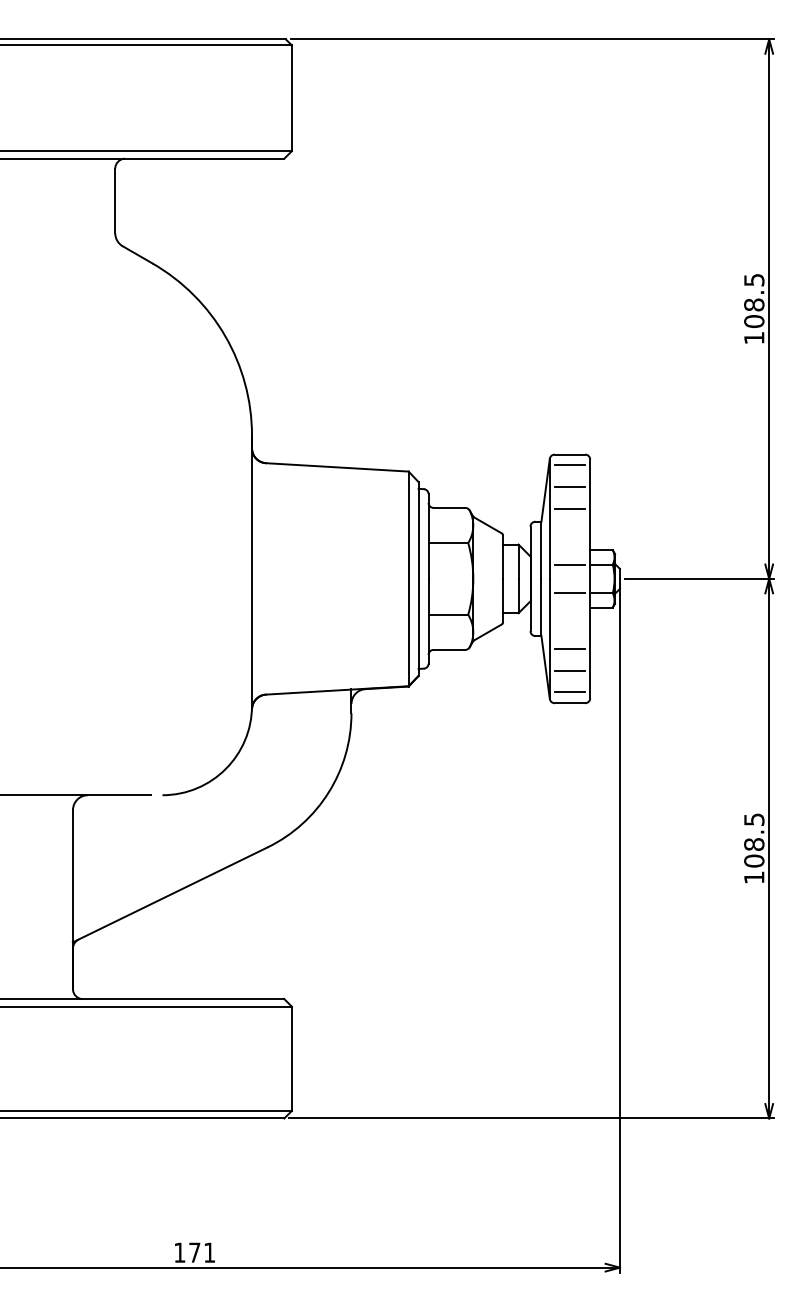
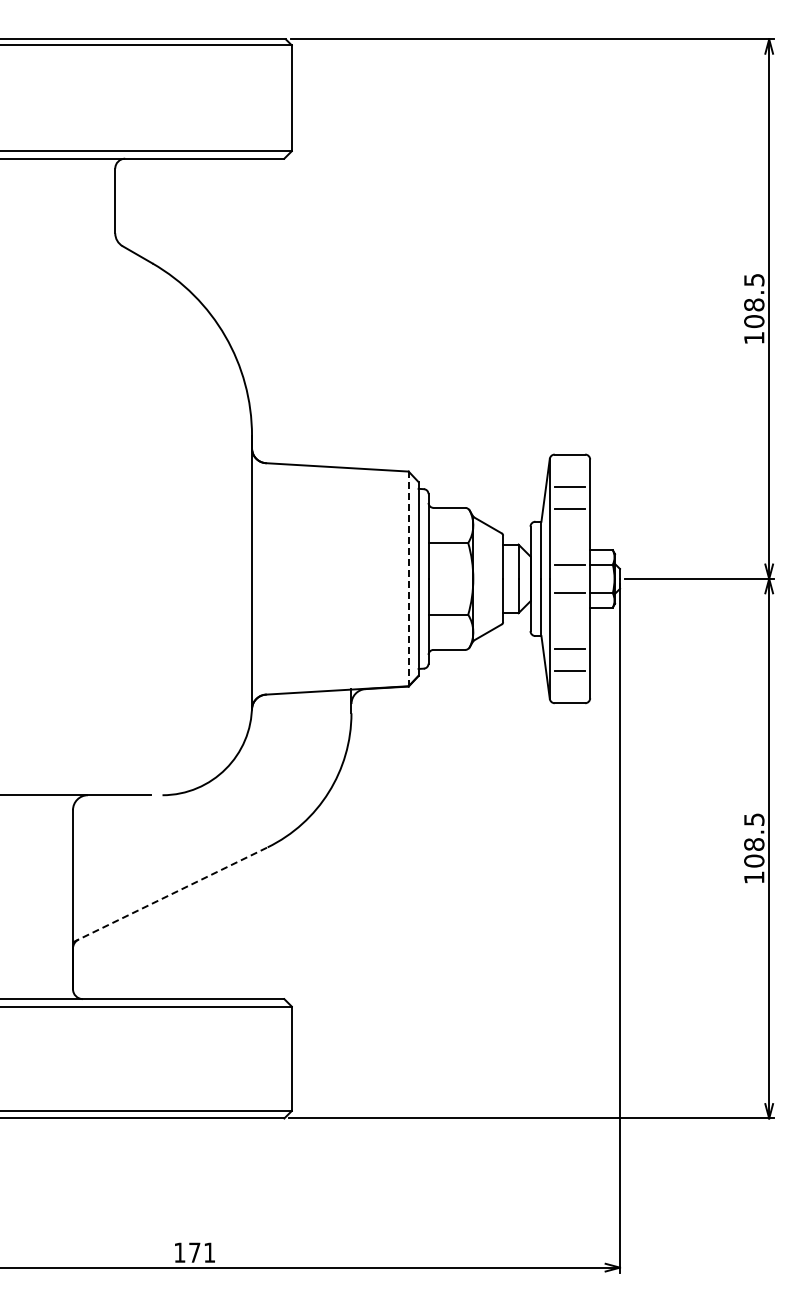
line at (569, 465): present -> none
line at (408, 579): solid -> dashed
line at (569, 692): present -> none
line at (170, 894): solid -> dashed
